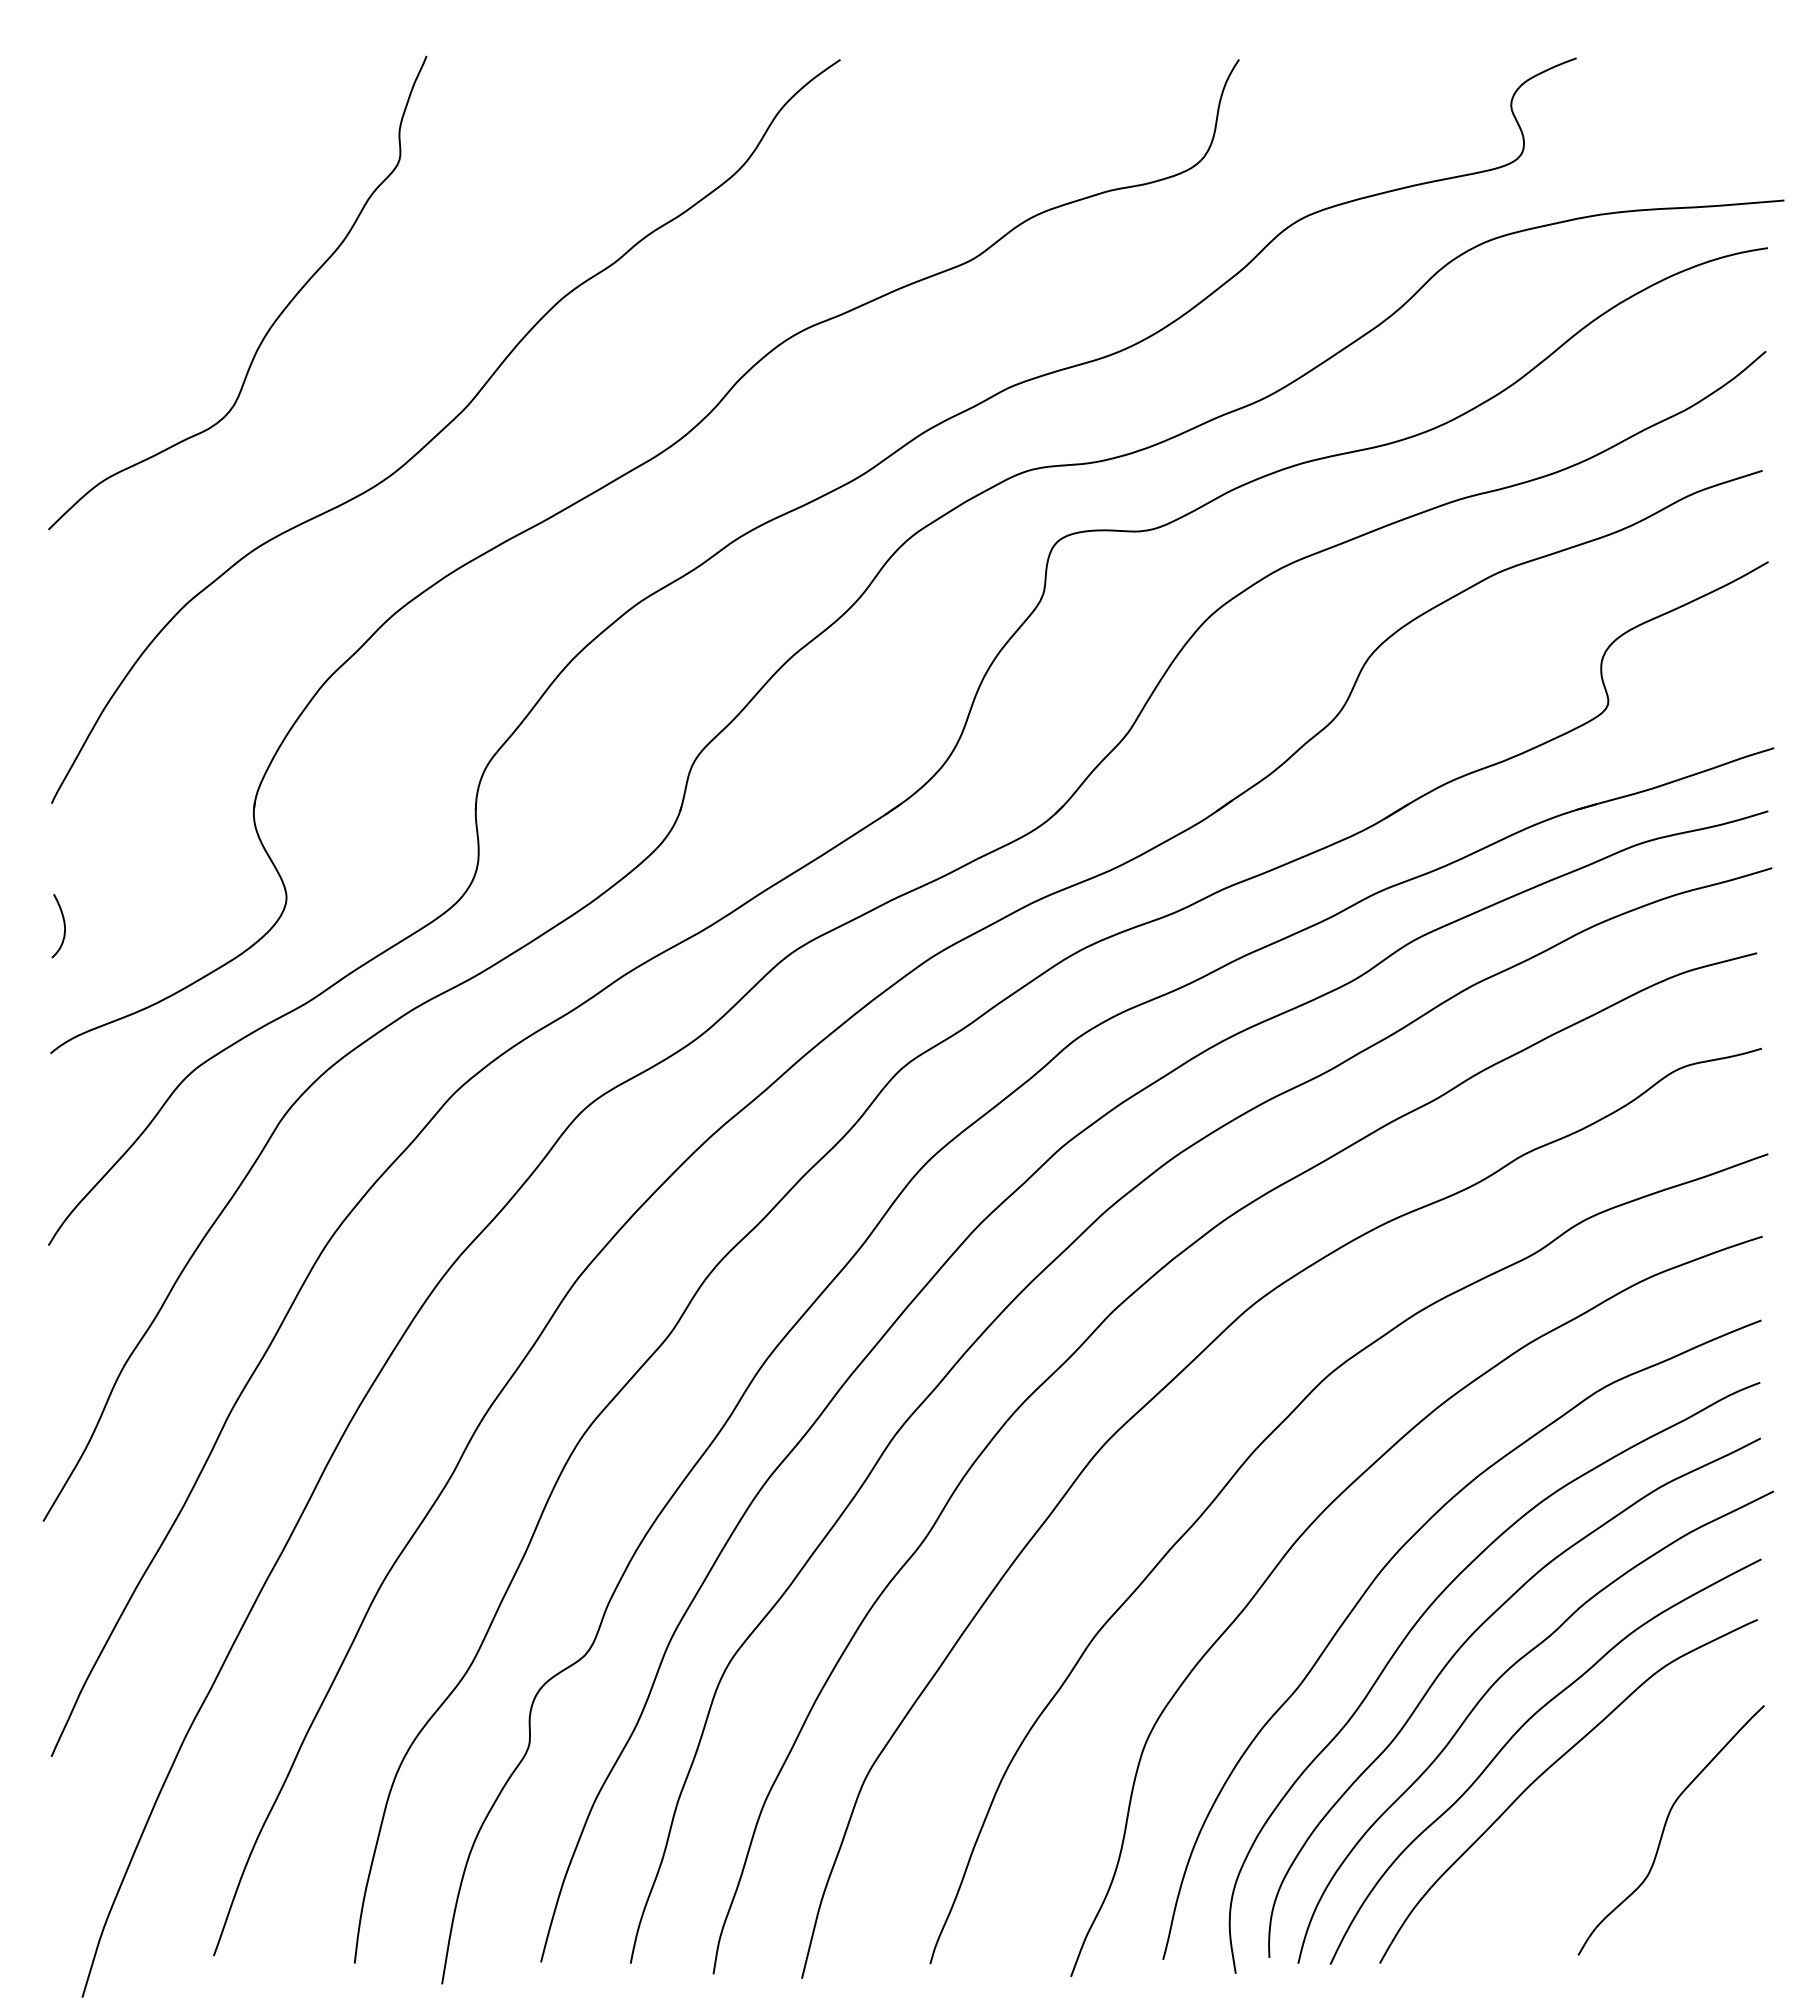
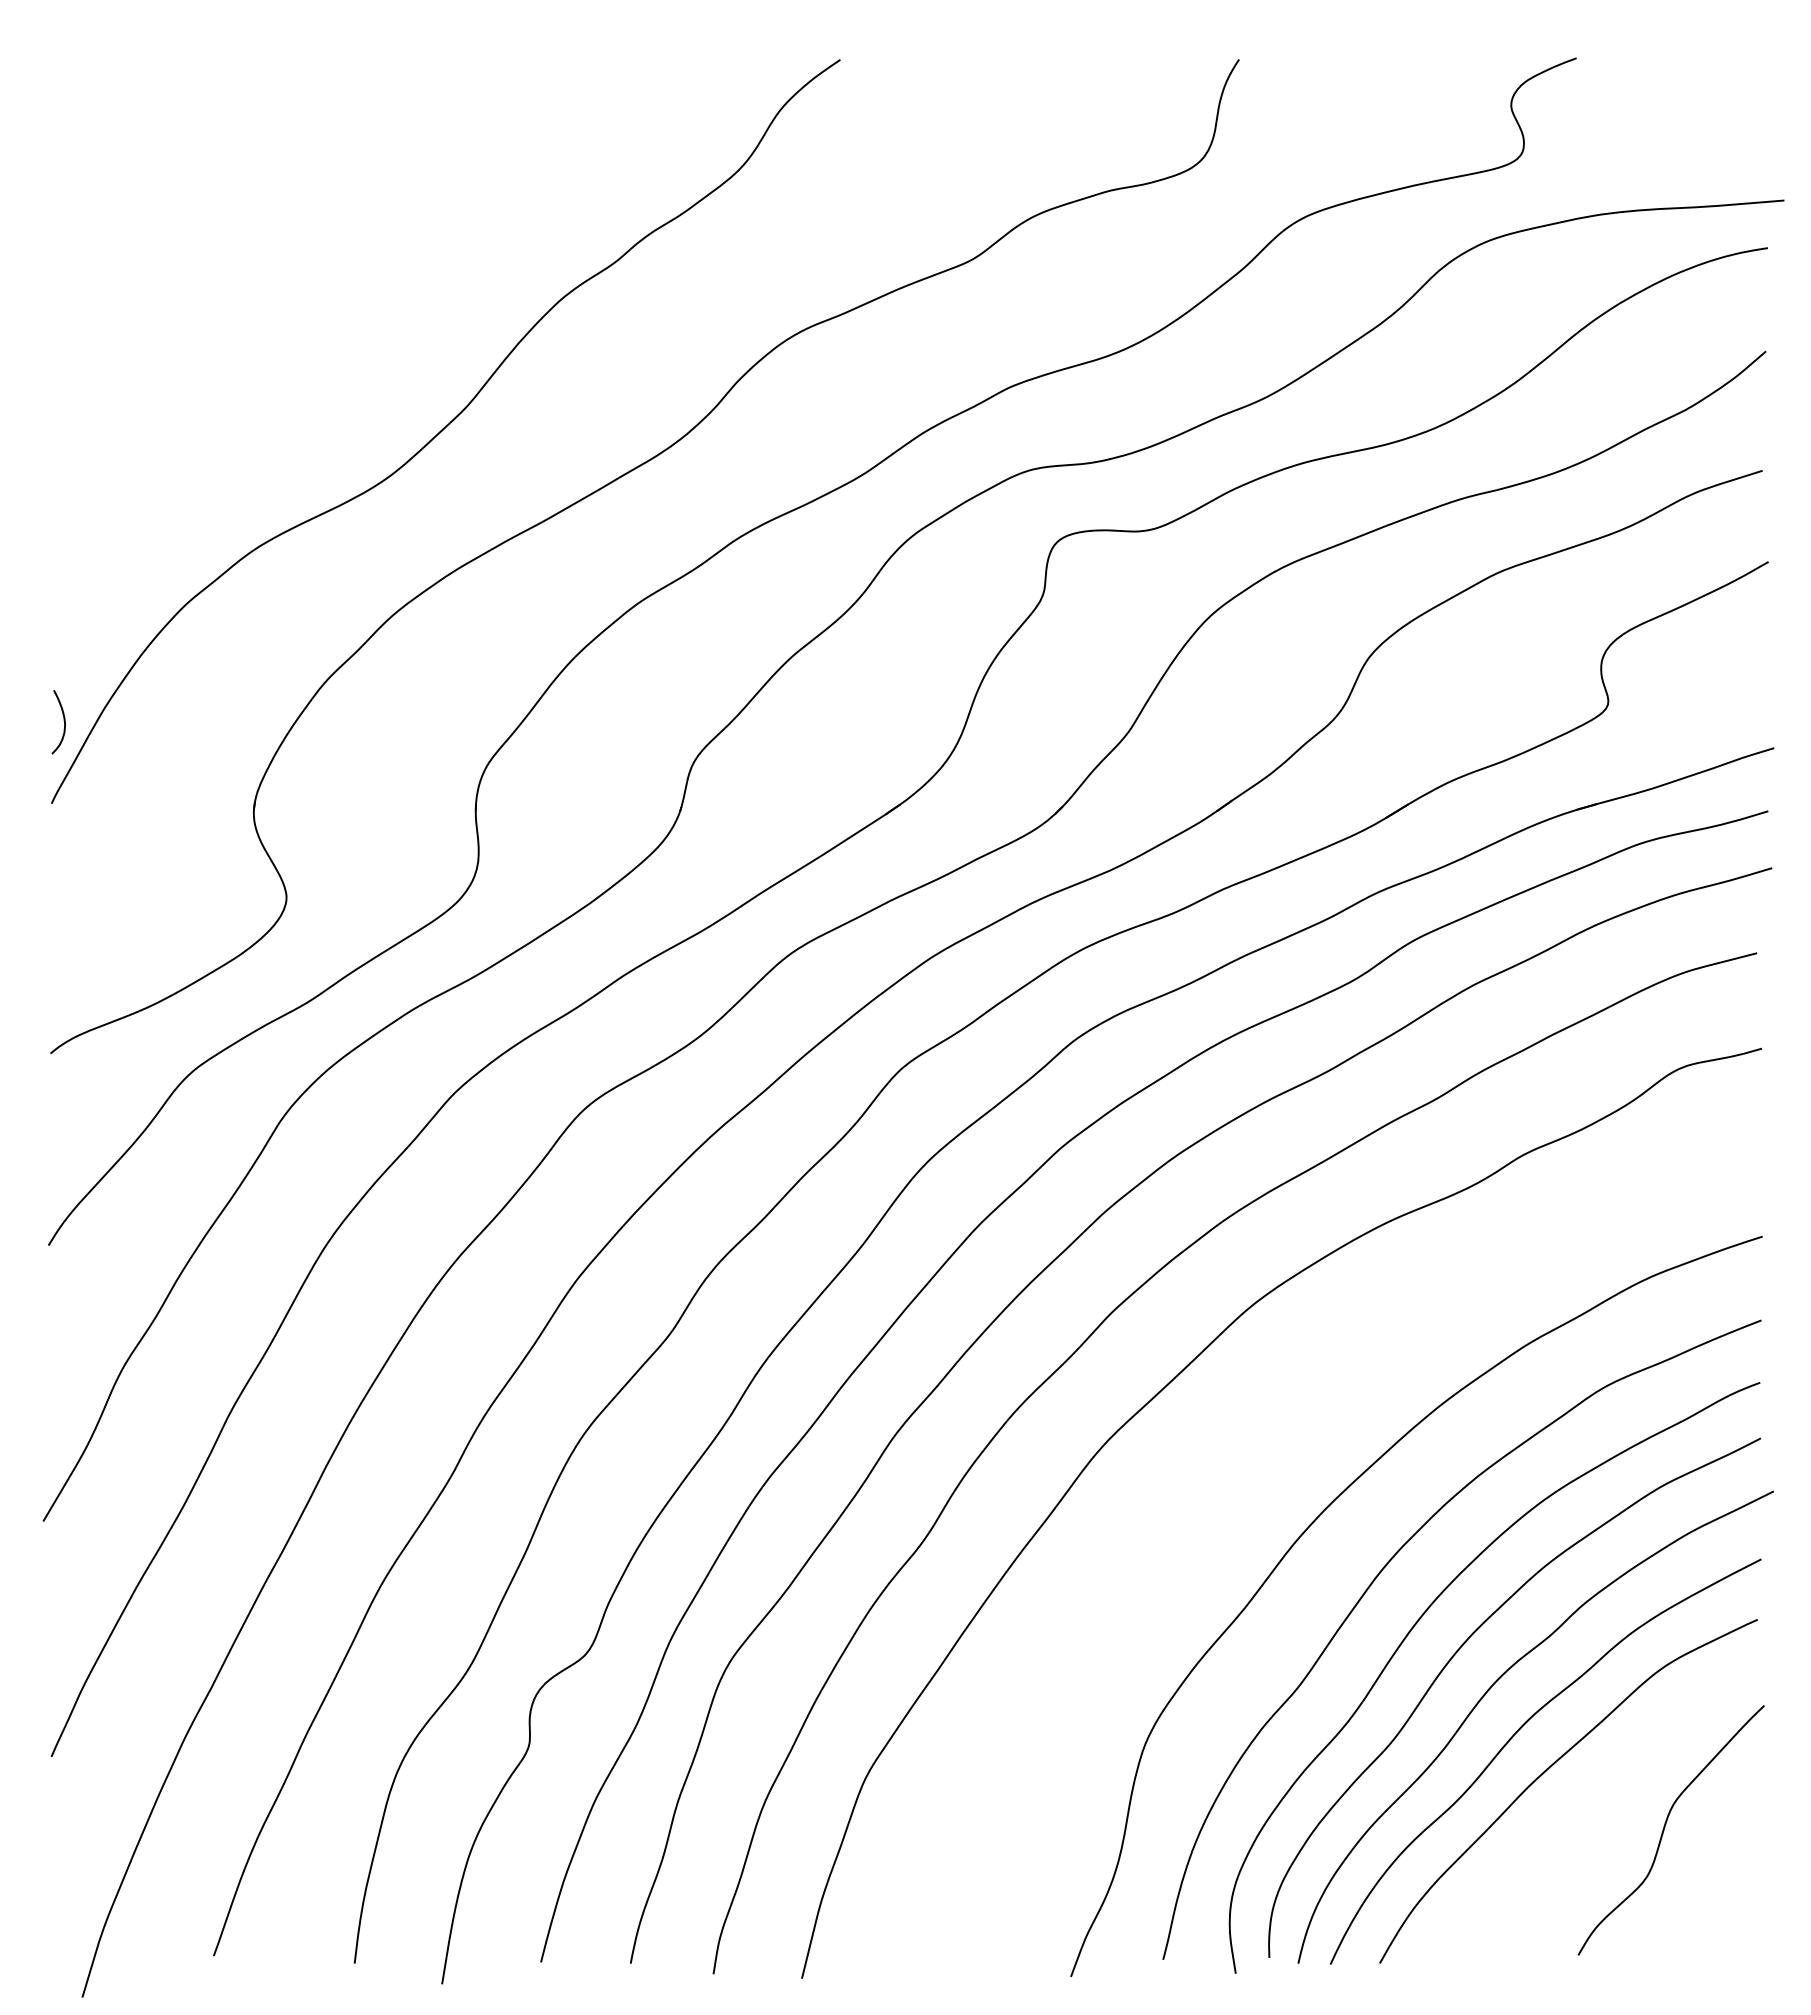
curve at (274, 320): present -> none
curve at (63, 924) position: (63, 924) -> (63, 720)
curve at (1239, 1470): present -> none
